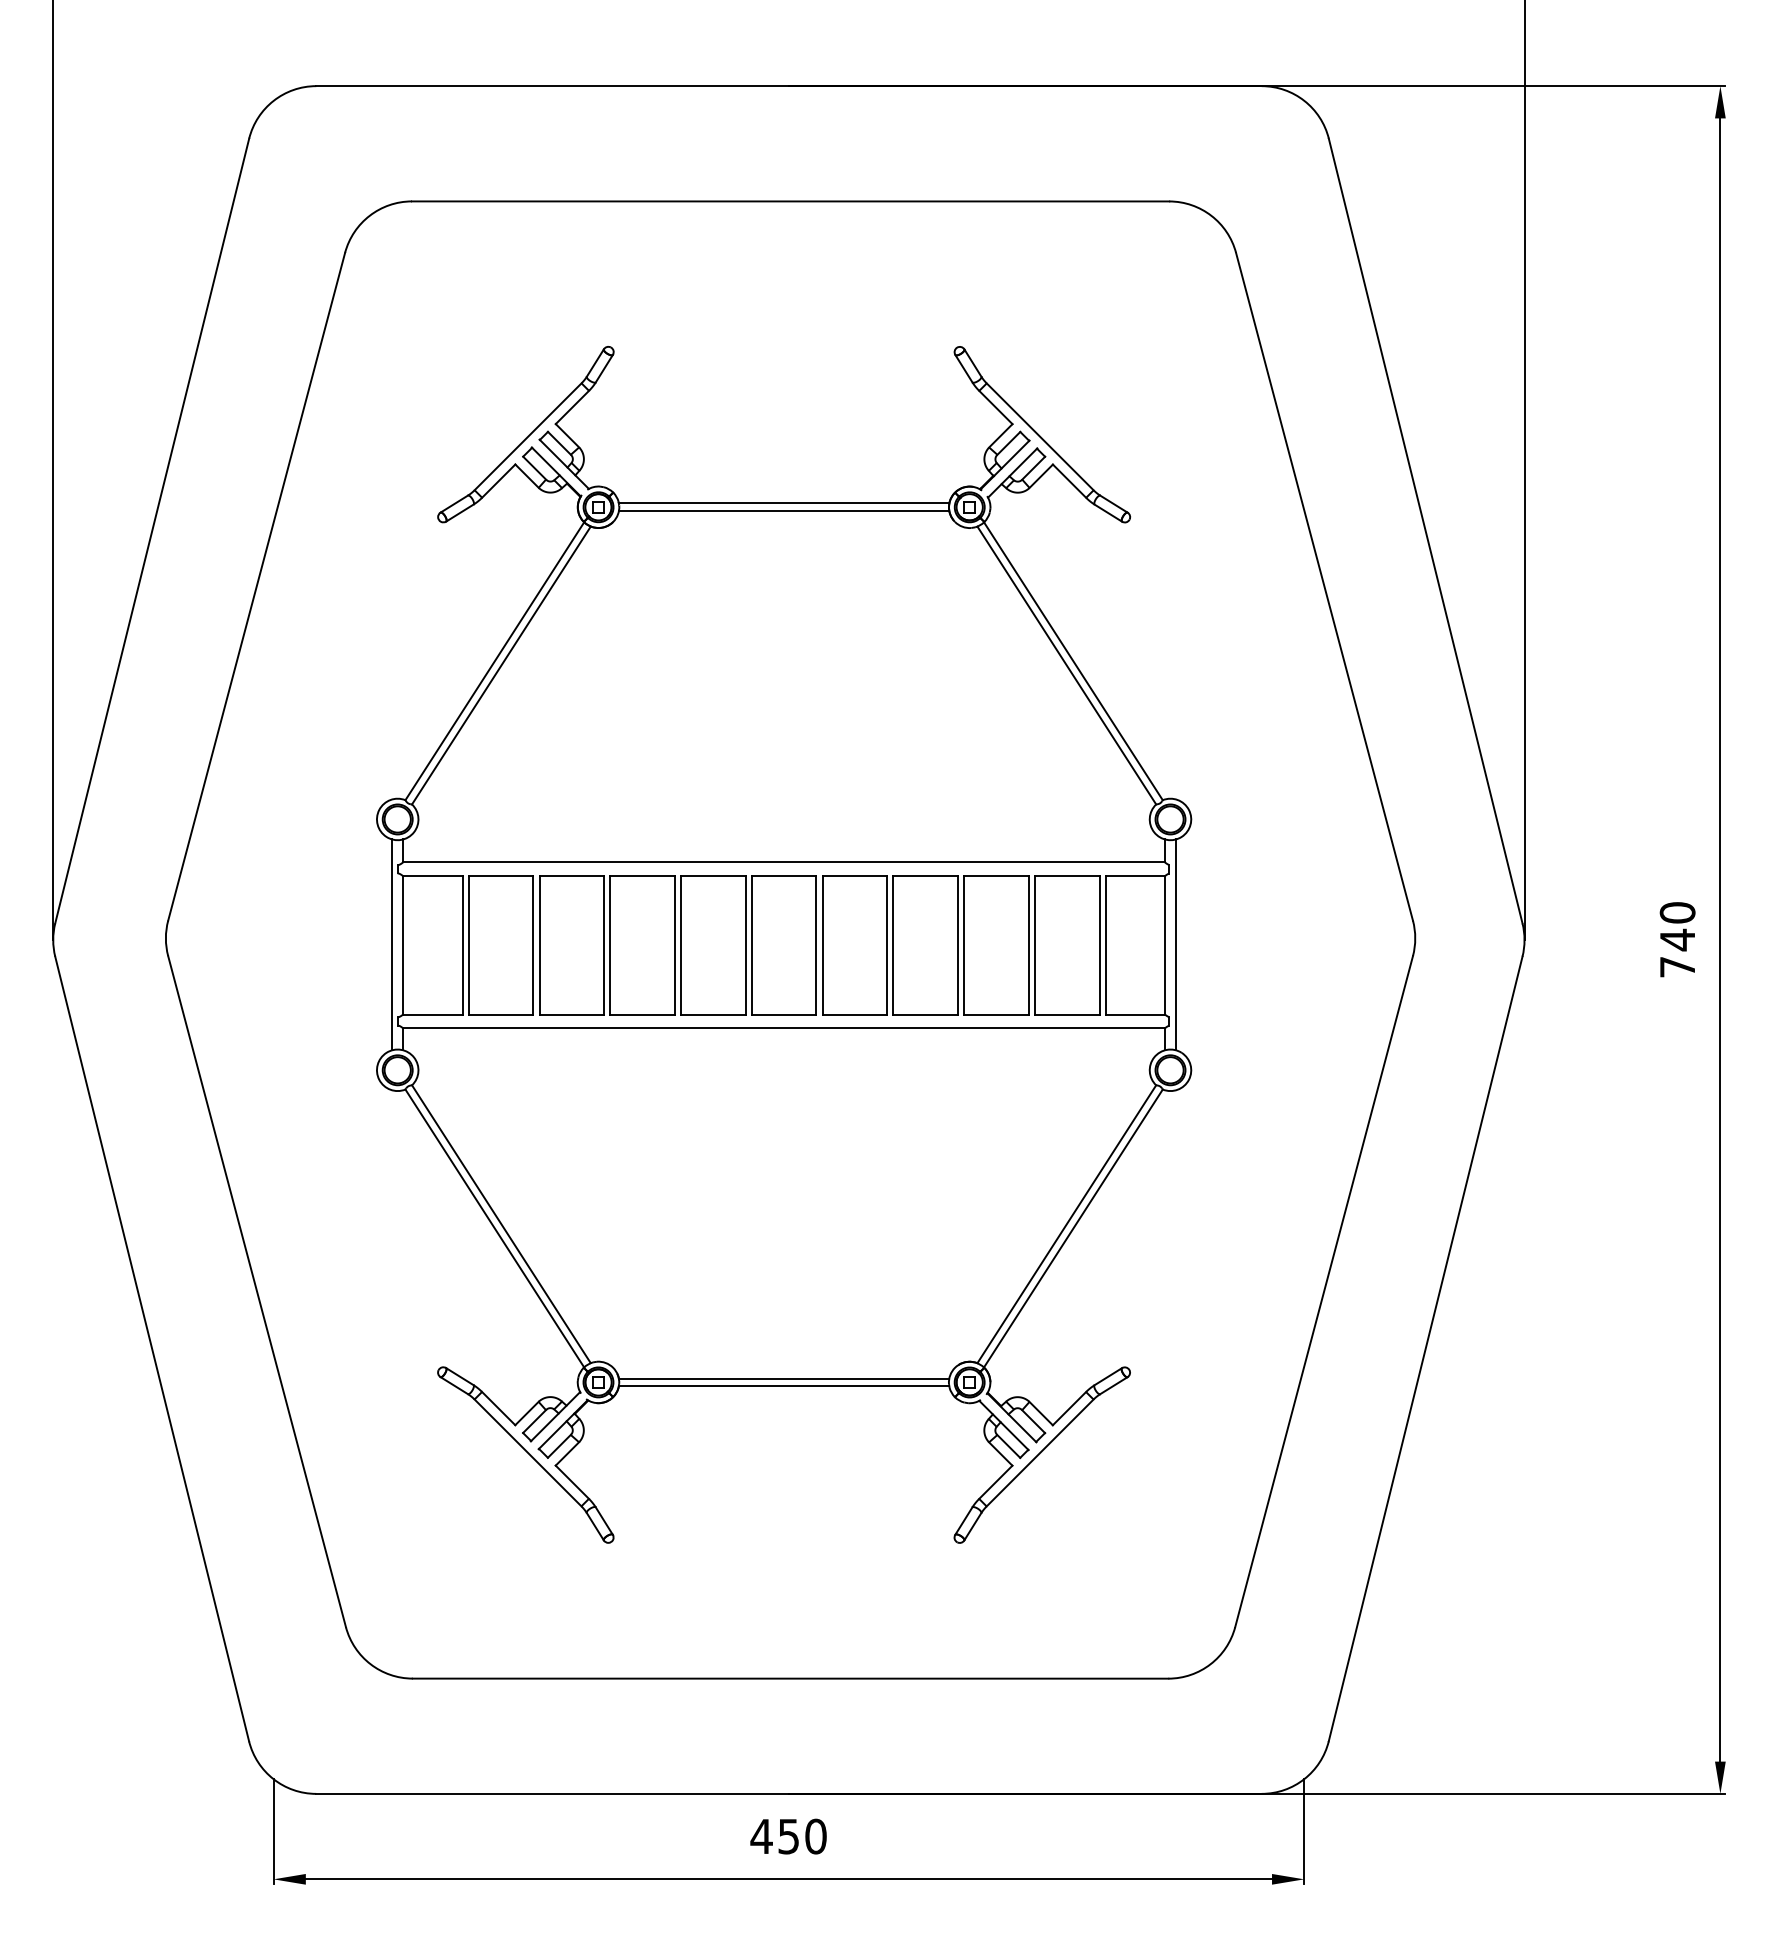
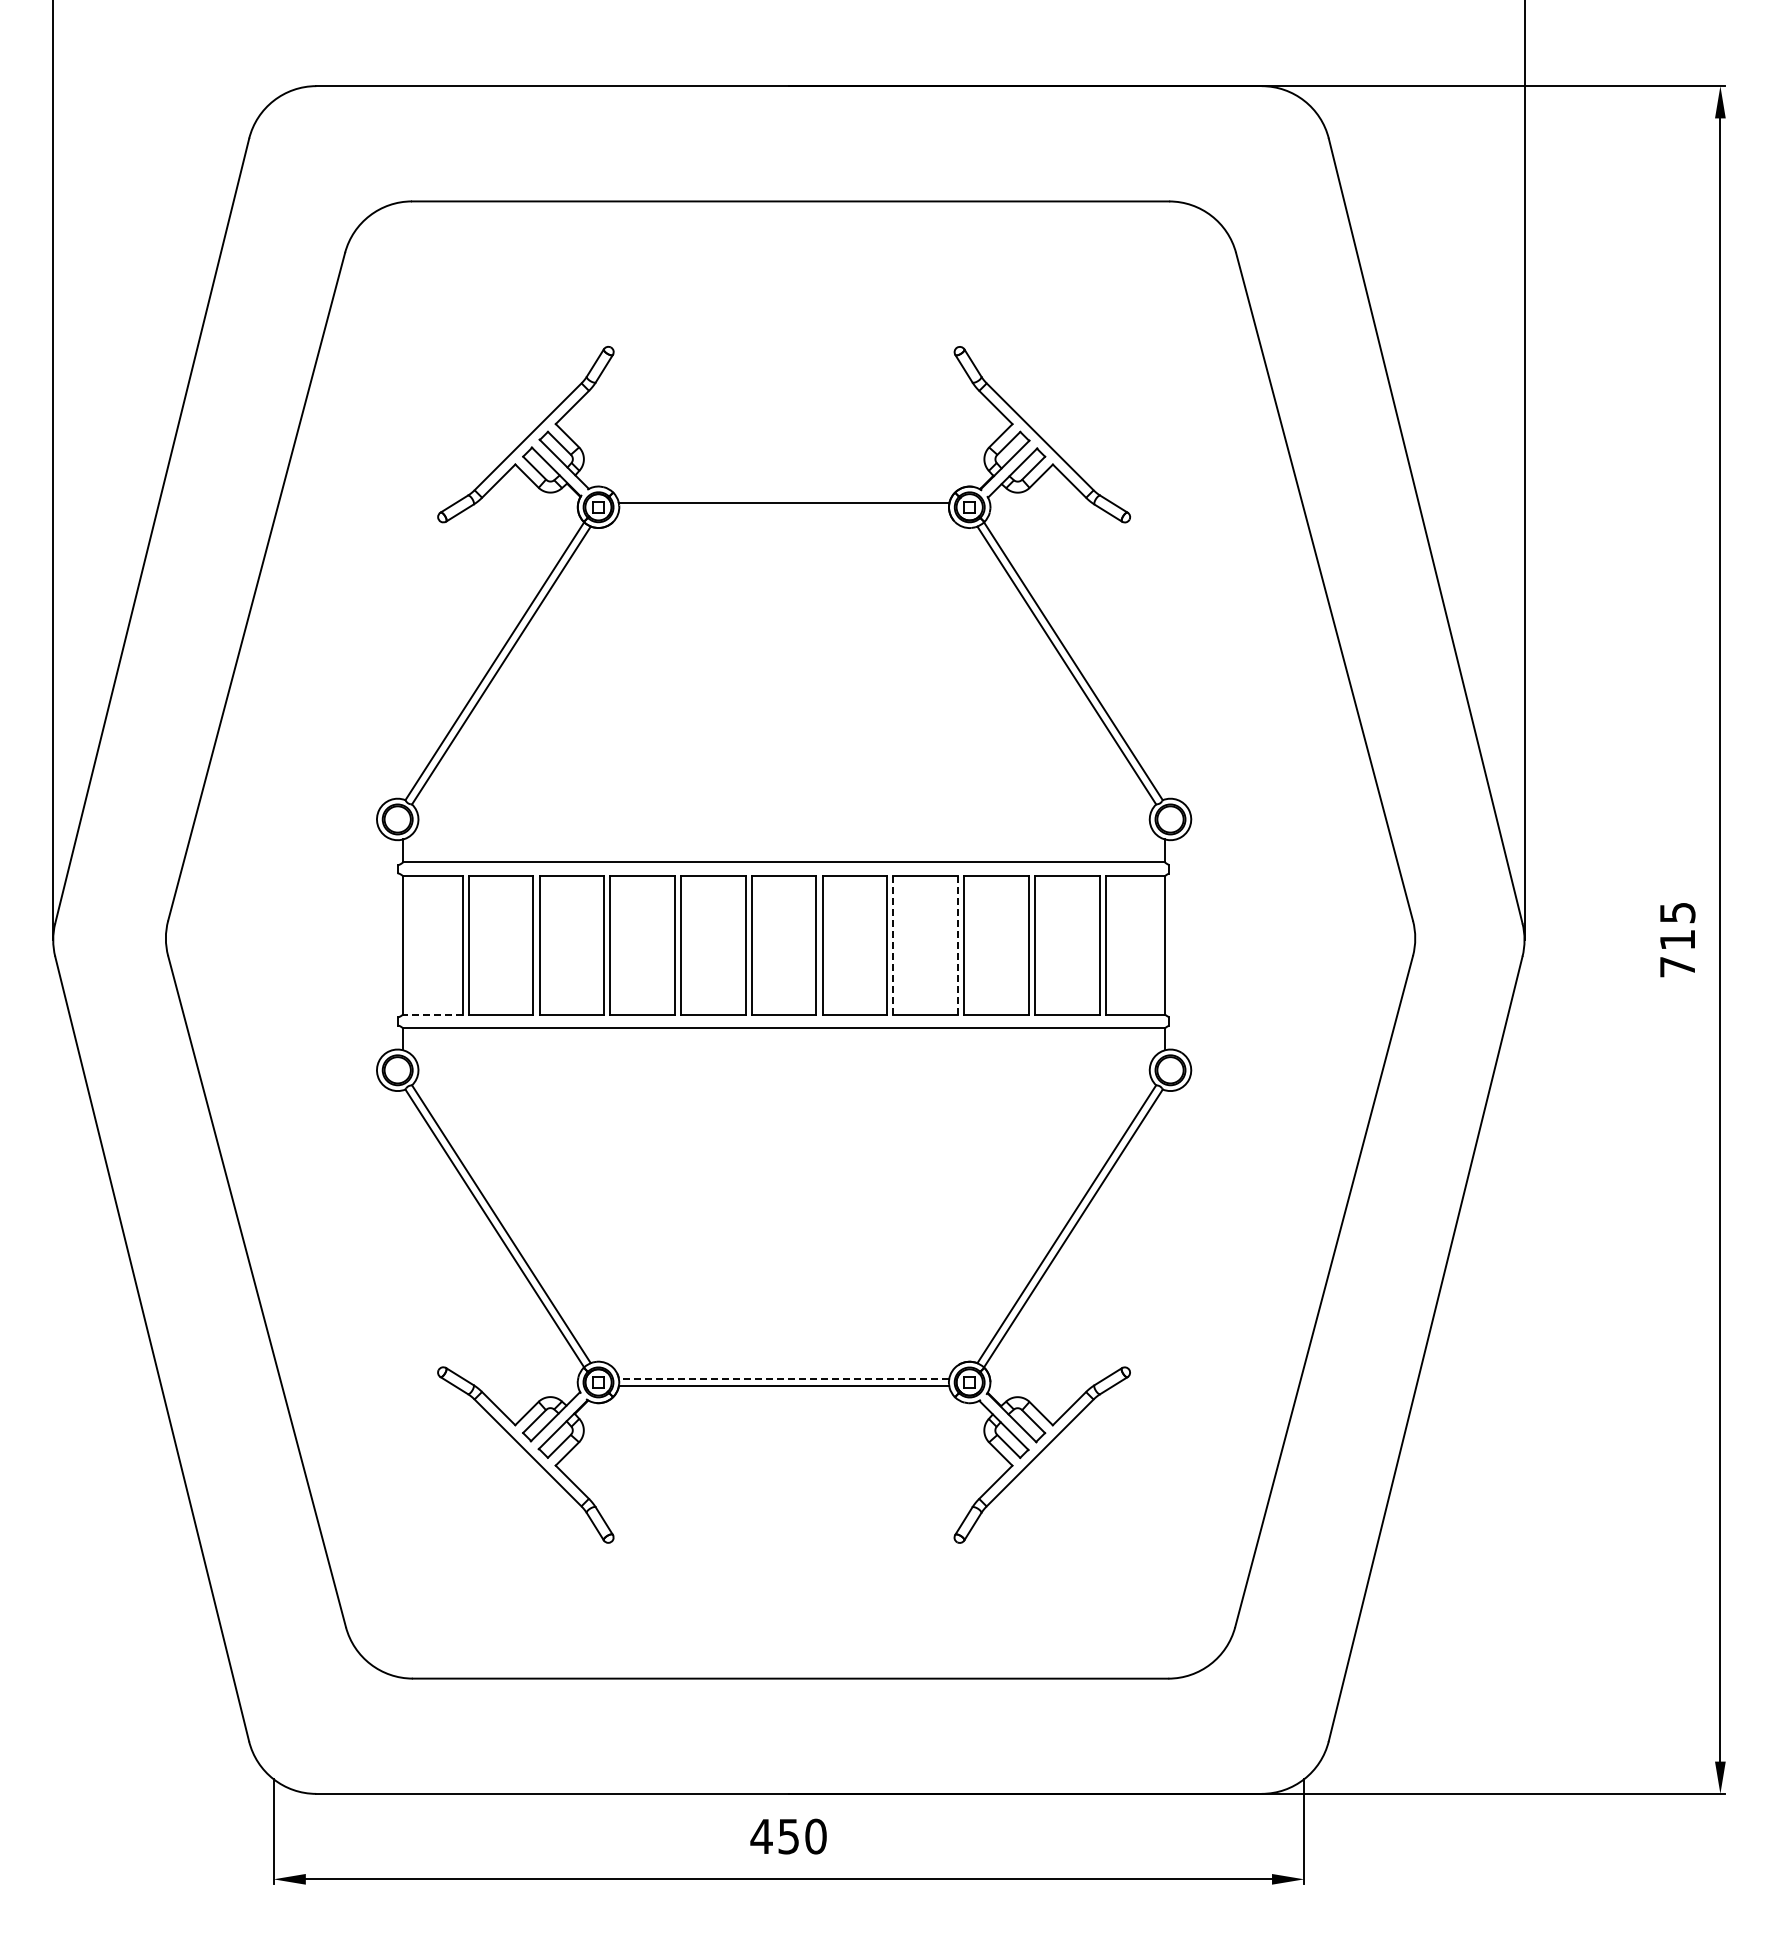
line at (783, 511): present -> none
text at (1677, 926): 740 -> 715
line at (392, 944): present -> none
line at (893, 944): solid -> dashed
line at (1175, 944): present -> none
line at (957, 945): solid -> dashed
line at (432, 1014): solid -> dashed
line at (783, 1378): solid -> dashed
